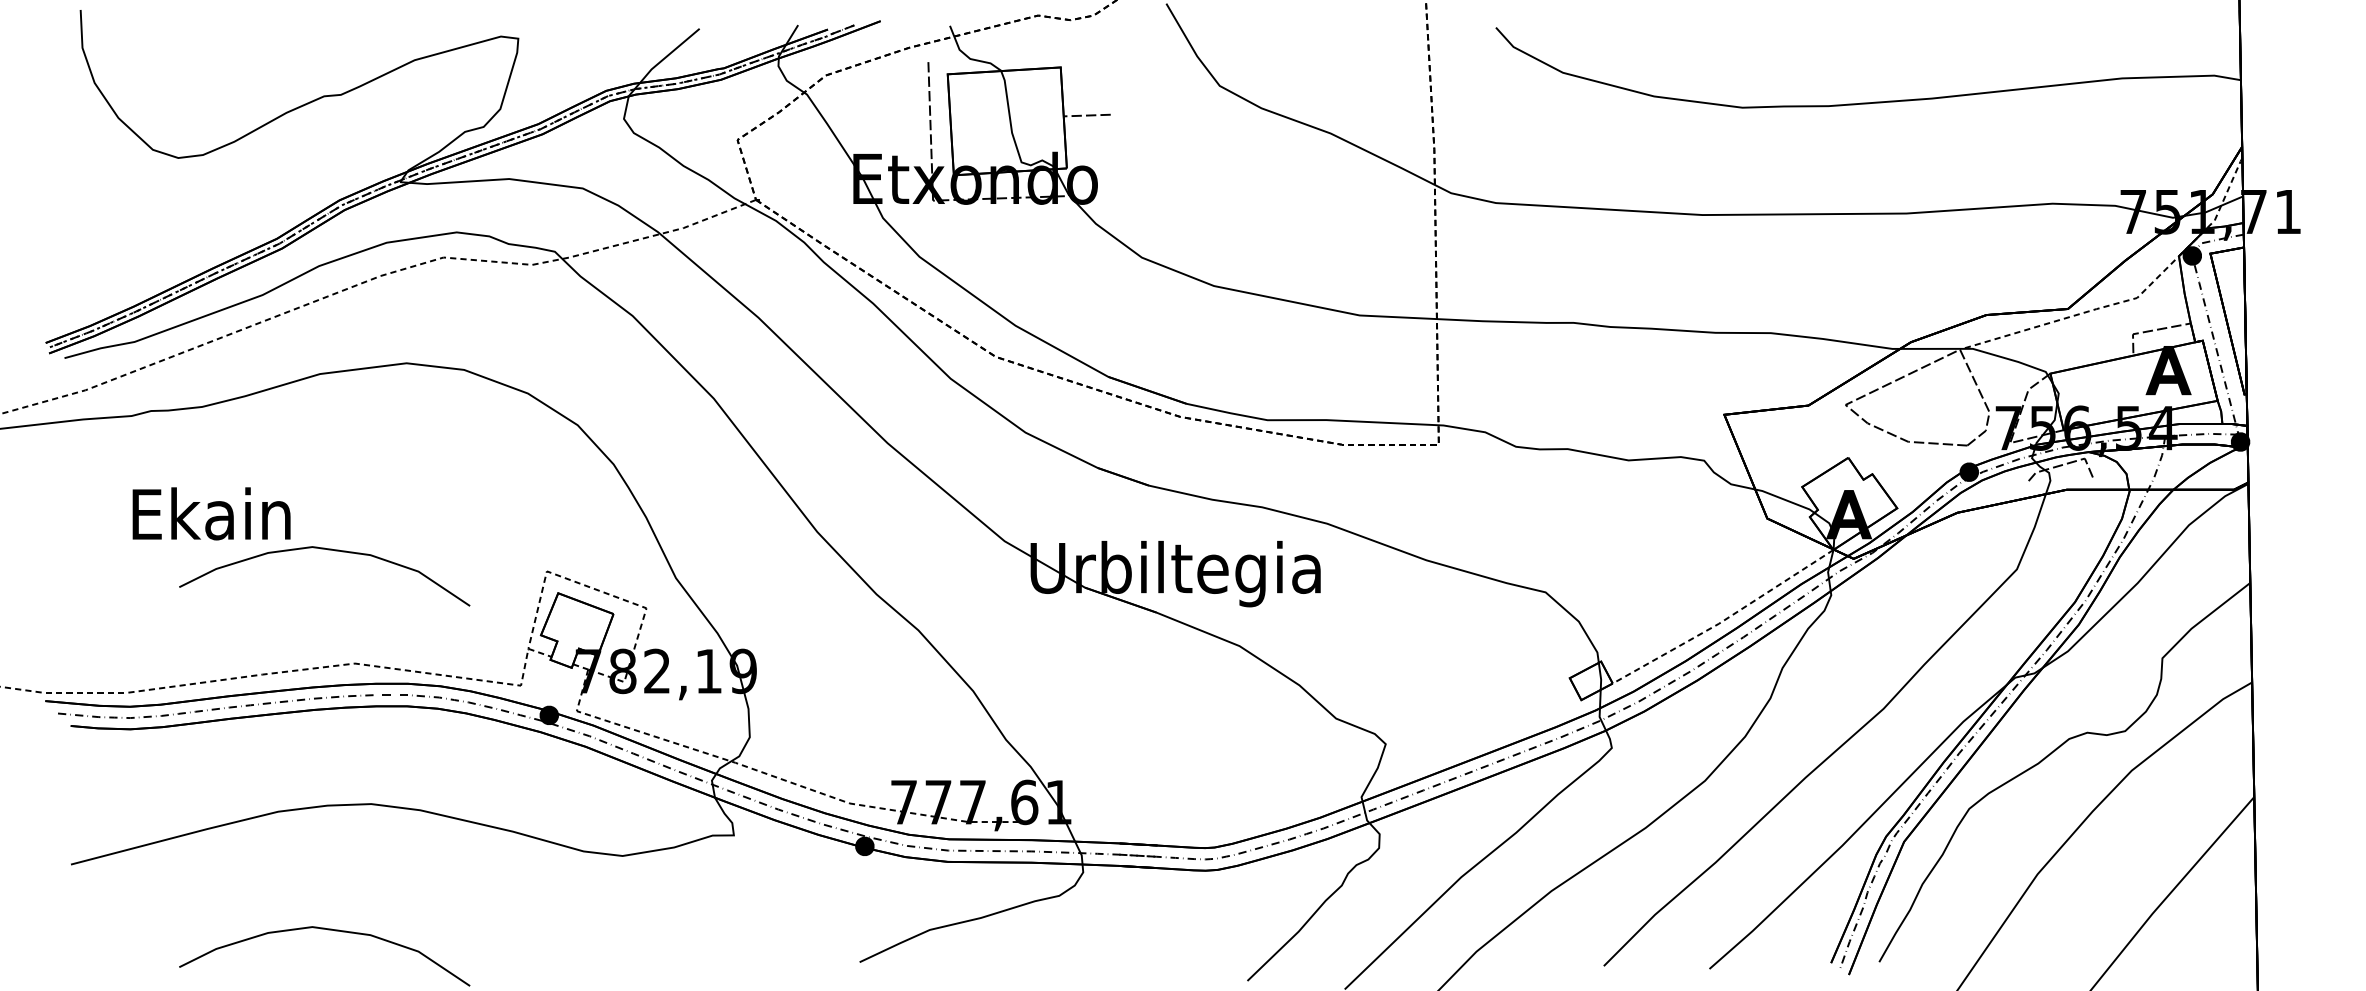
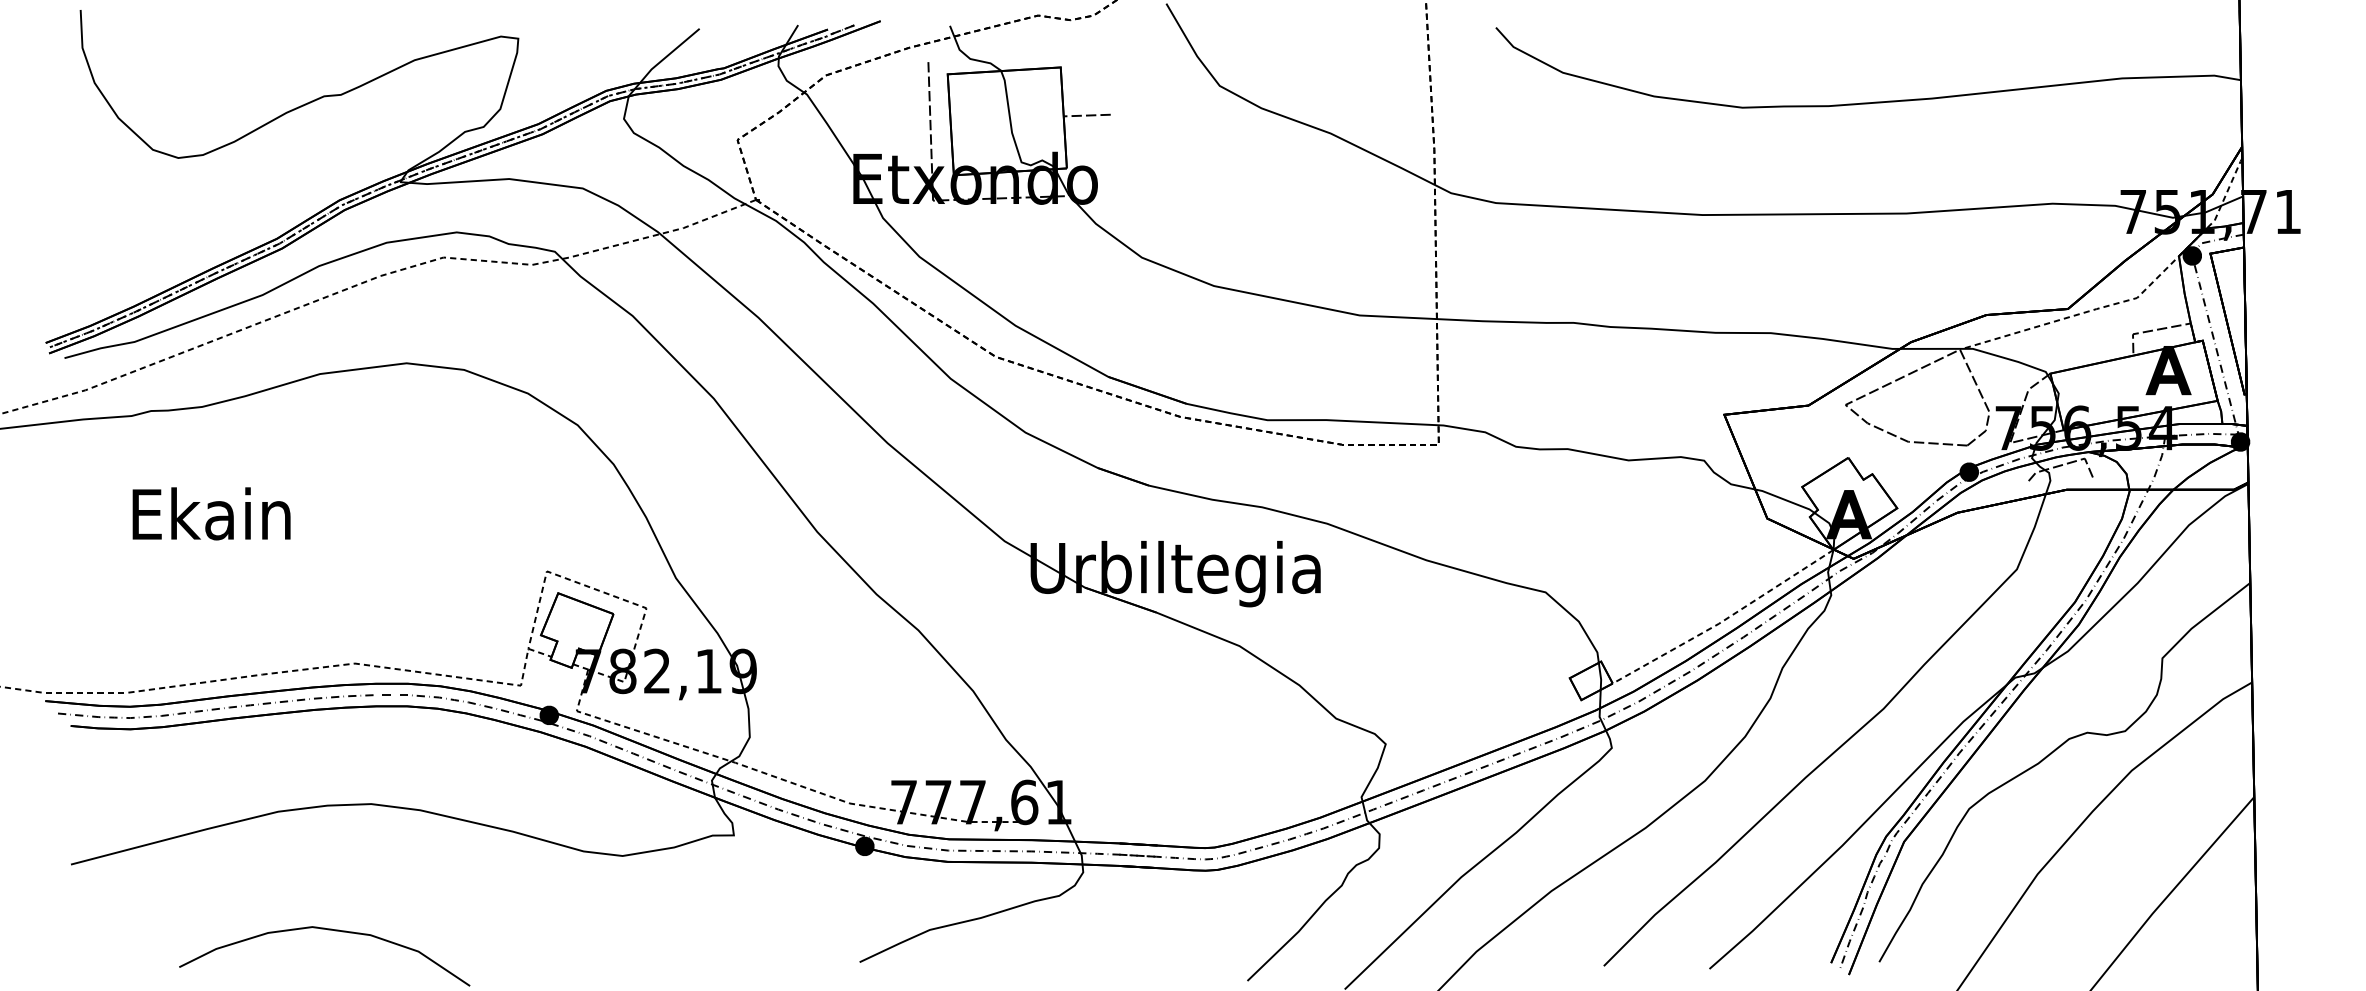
curve at (327, 550): present -> none
